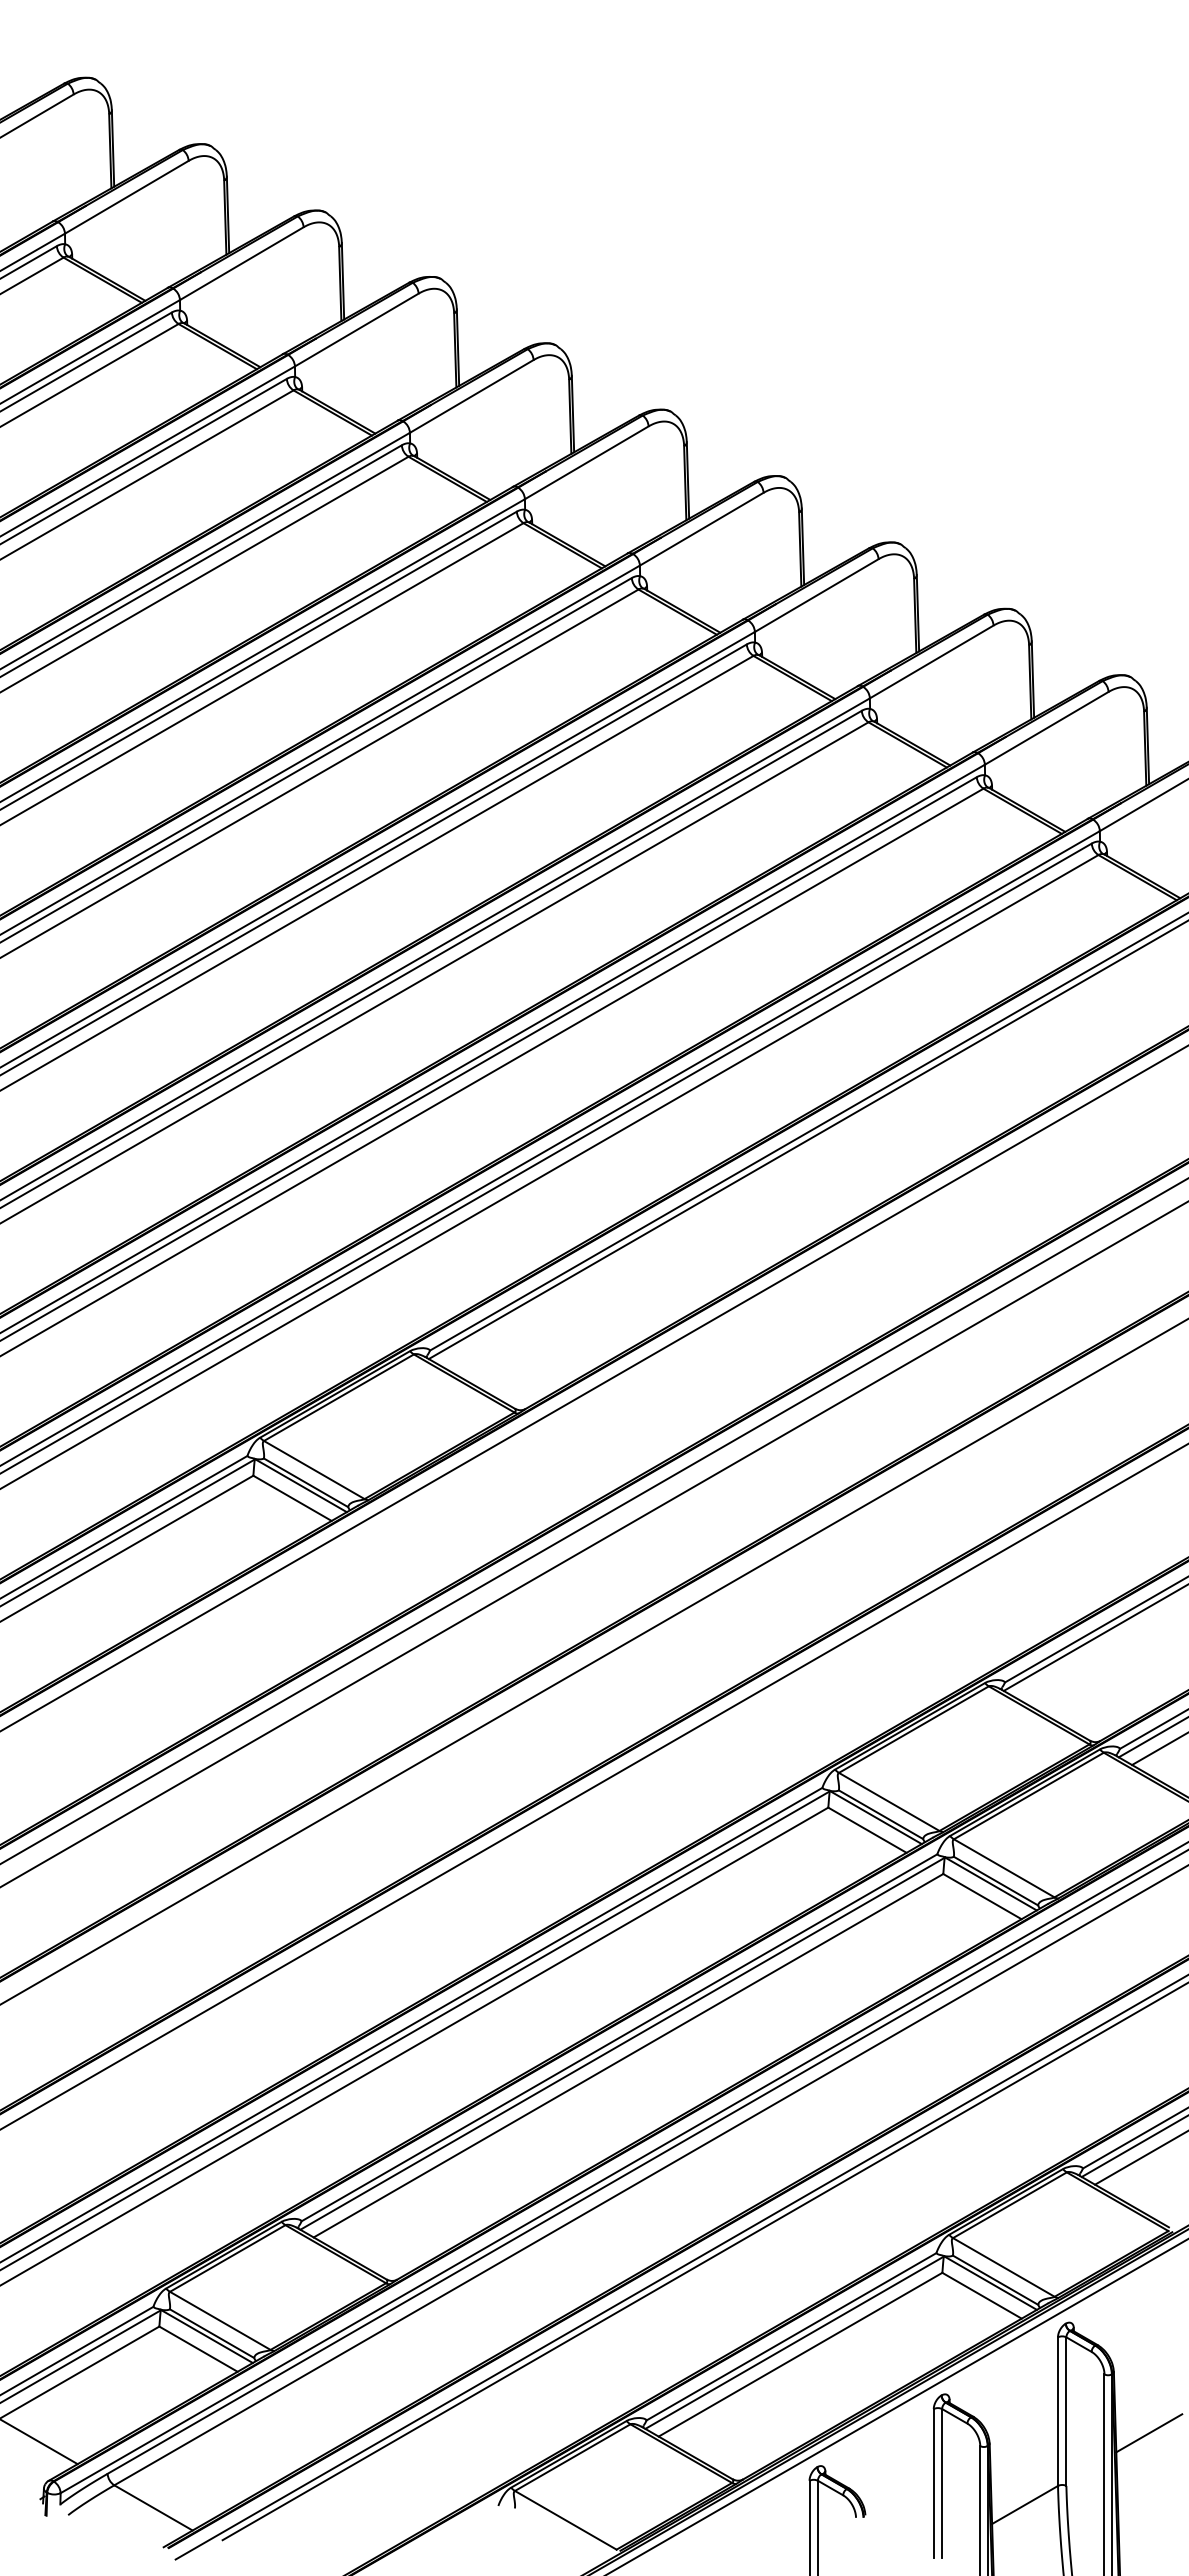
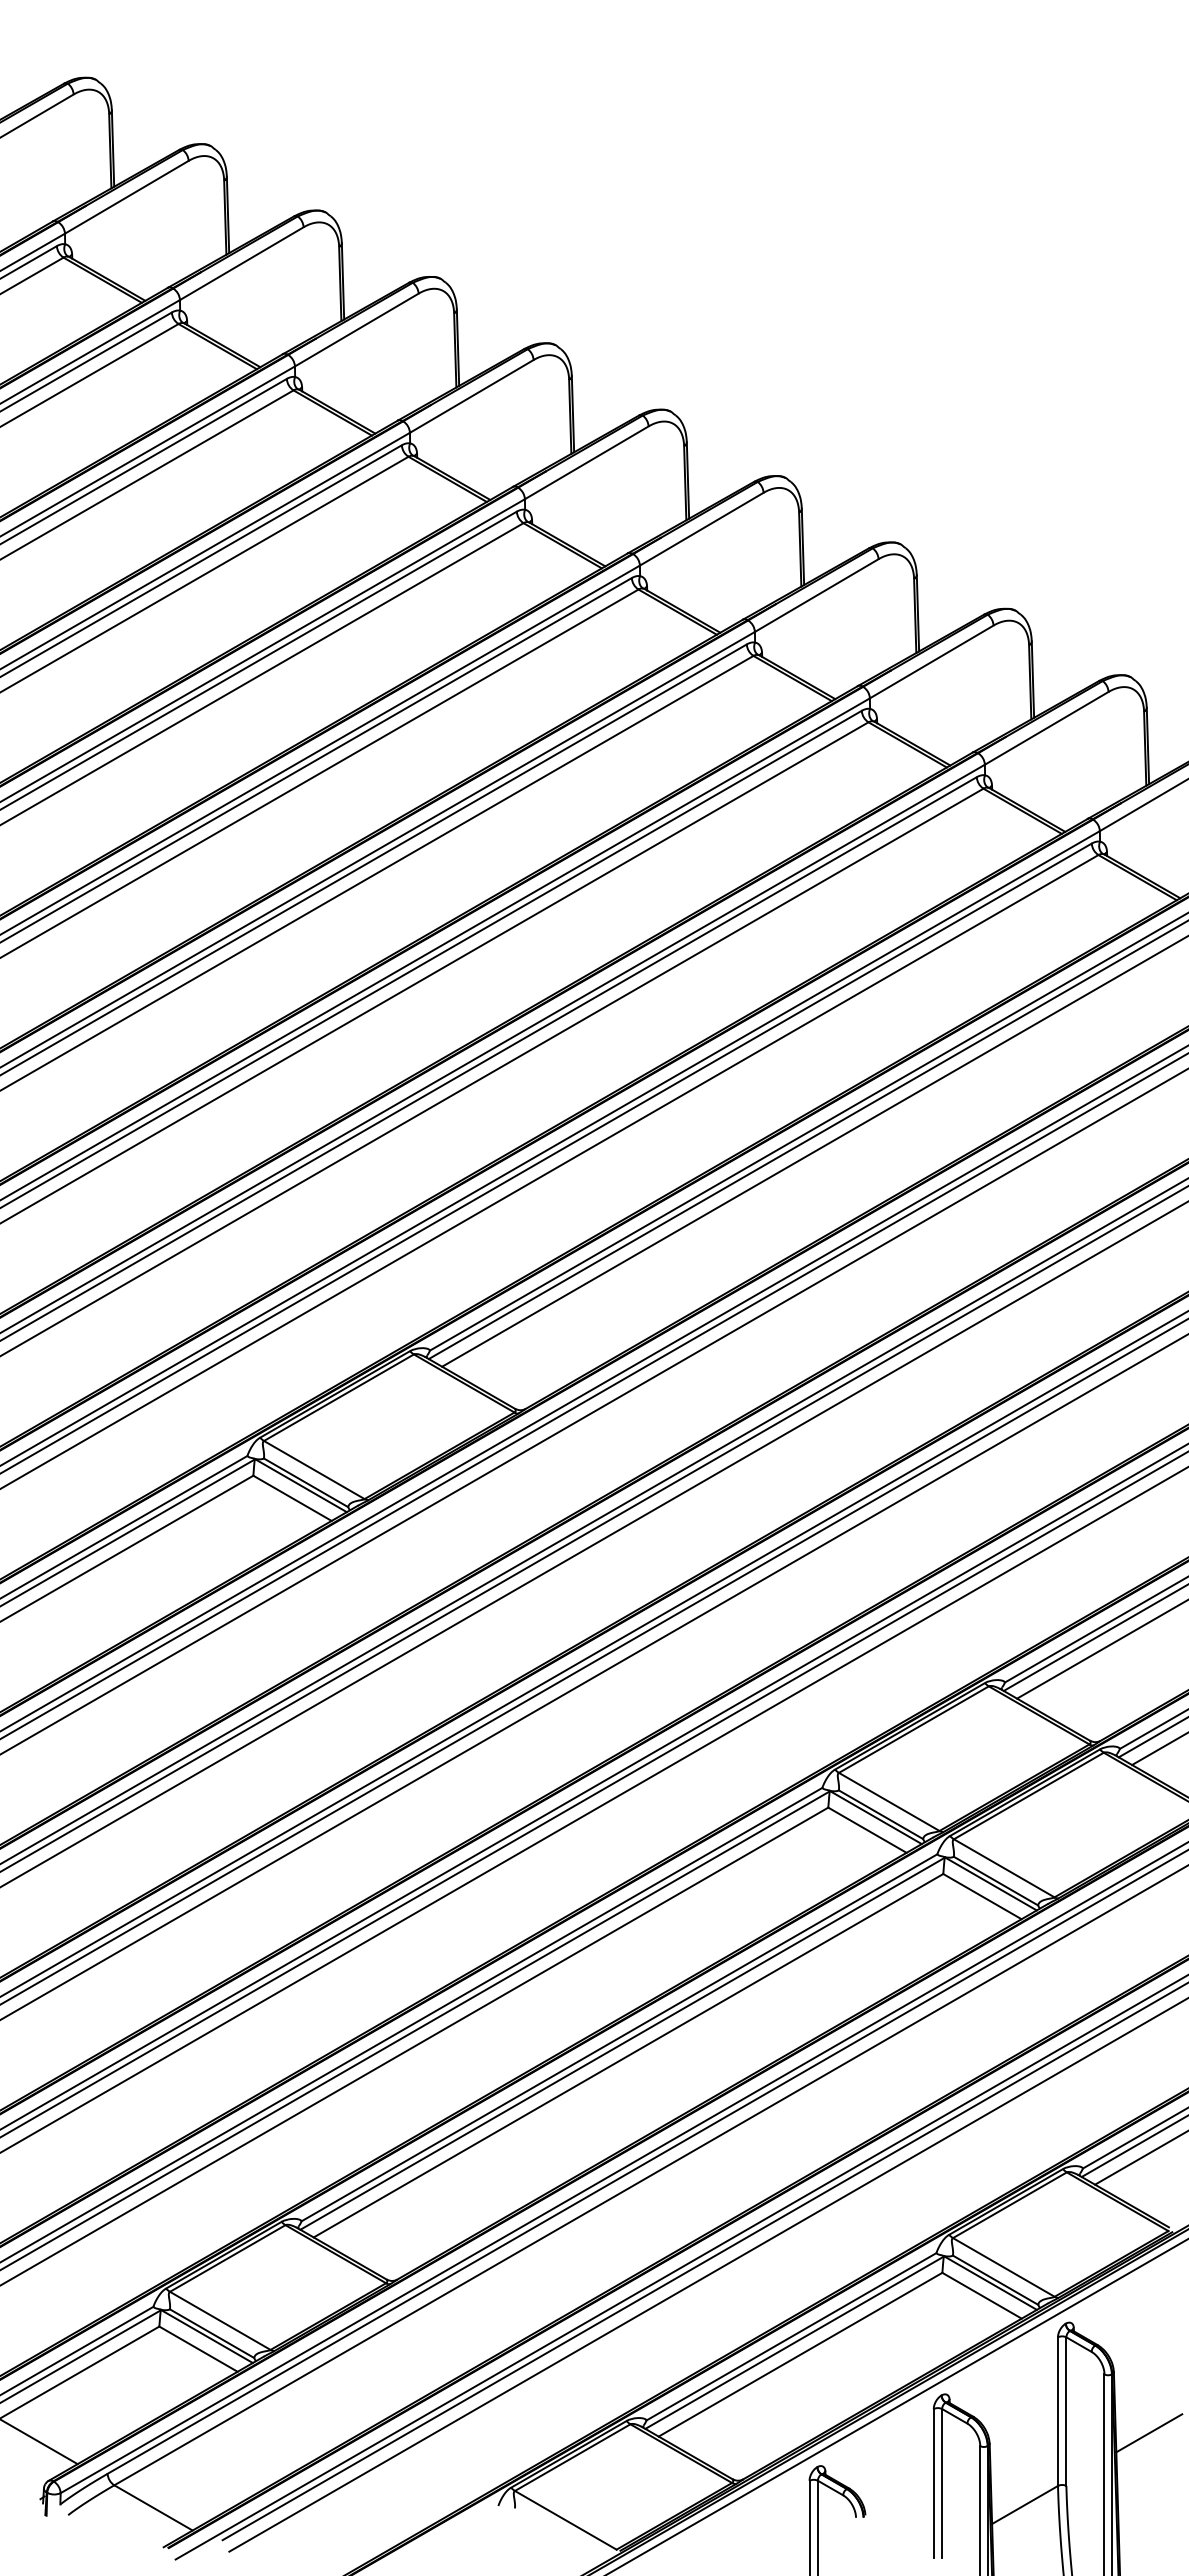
line at (813, 1151): none -> present
line at (593, 1395): none -> present
line at (593, 1411): none -> present
line at (593, 1528): none -> present
line at (1101, 1649): none -> present
line at (593, 1653): none -> present
line at (593, 1676): none -> present
line at (593, 1794): none -> present
line at (593, 1809): none -> present
line at (707, 2275): none -> present
